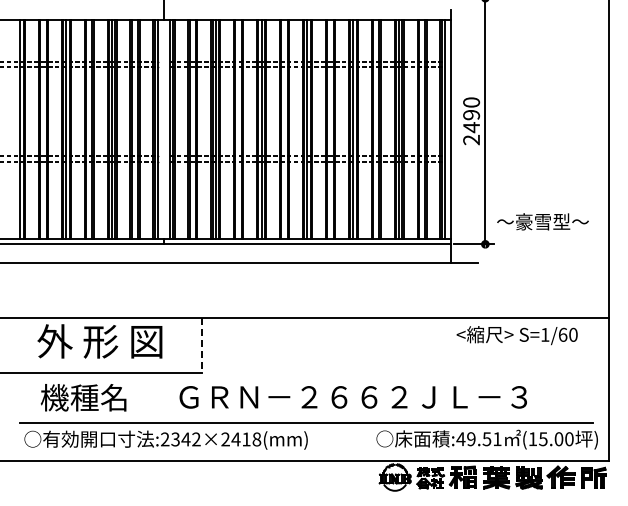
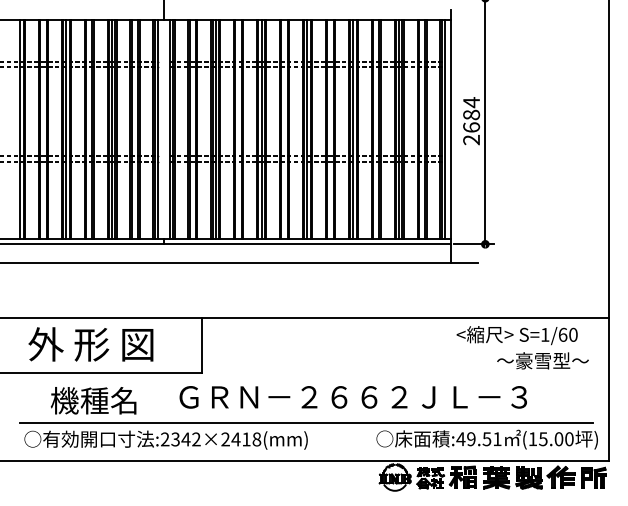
text at (471, 115): 2490 -> 2684
text at (542, 221) position: (542, 221) -> (542, 360)
text at (99, 341) position: (99, 341) -> (90, 344)
line at (202, 345): dashed -> solid
text at (83, 397) position: (83, 397) -> (93, 400)
